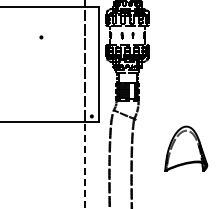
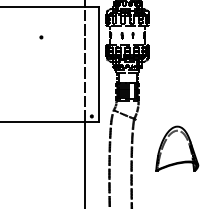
part at (186, 148) position: (186, 148) -> (177, 148)
line at (84, 164): dashed -> solid
